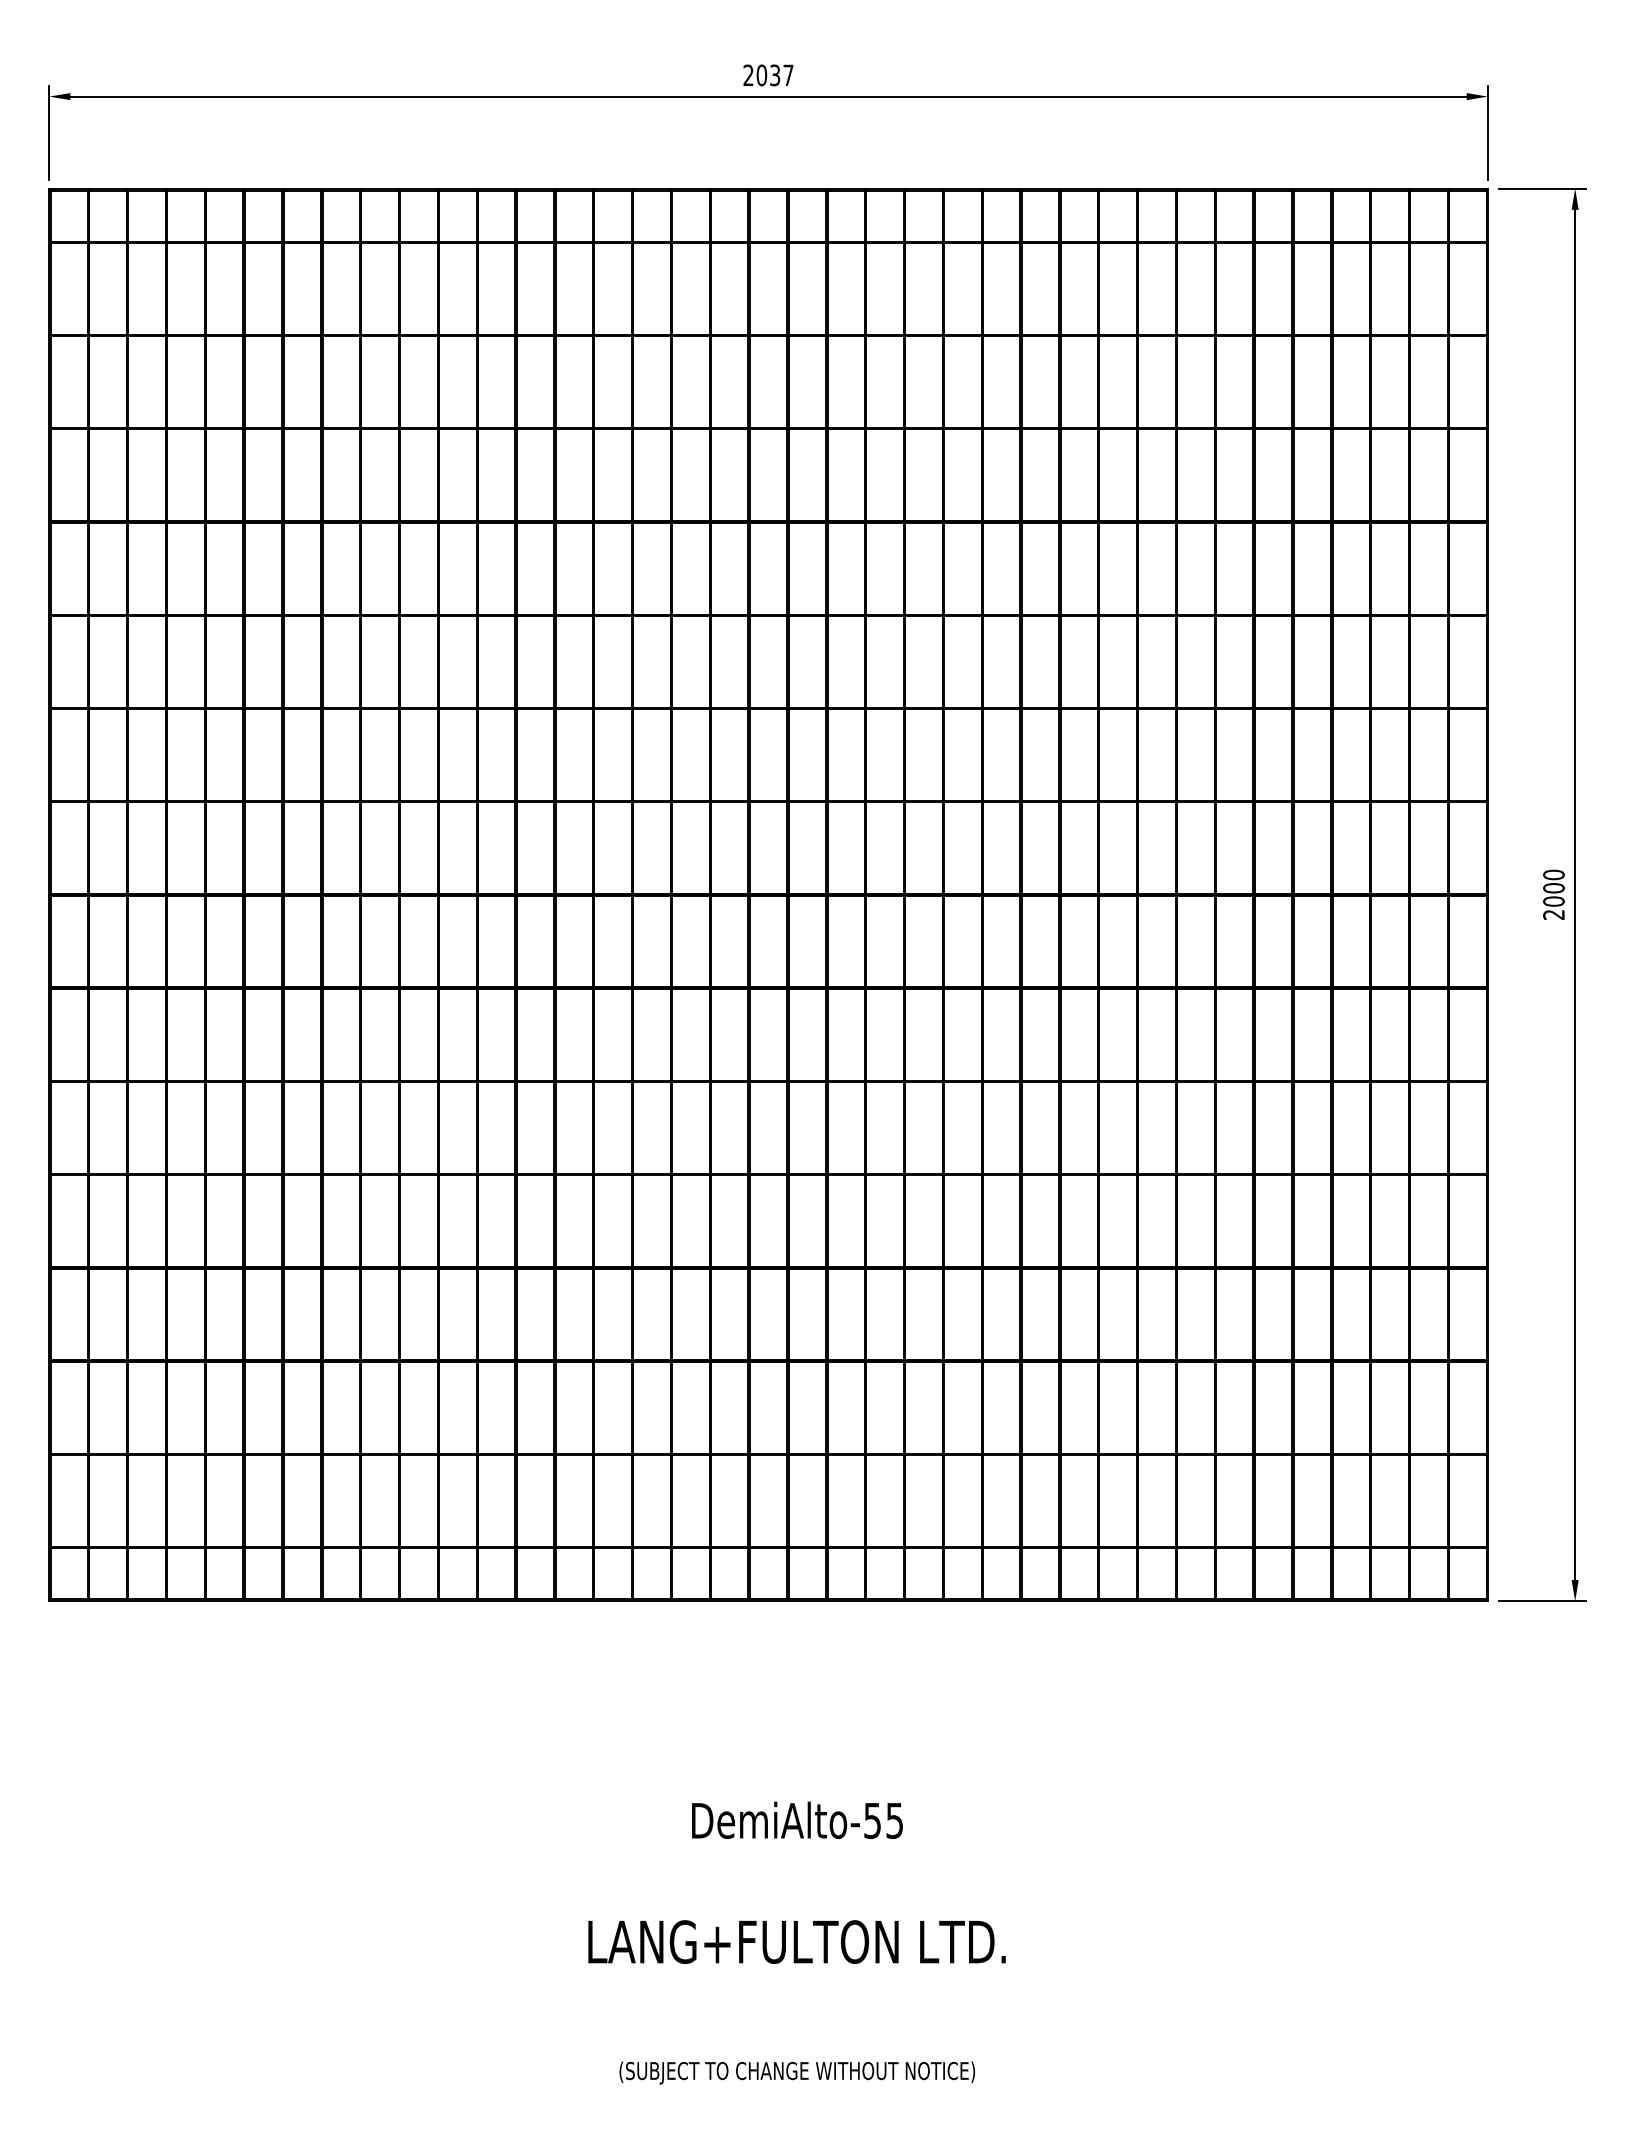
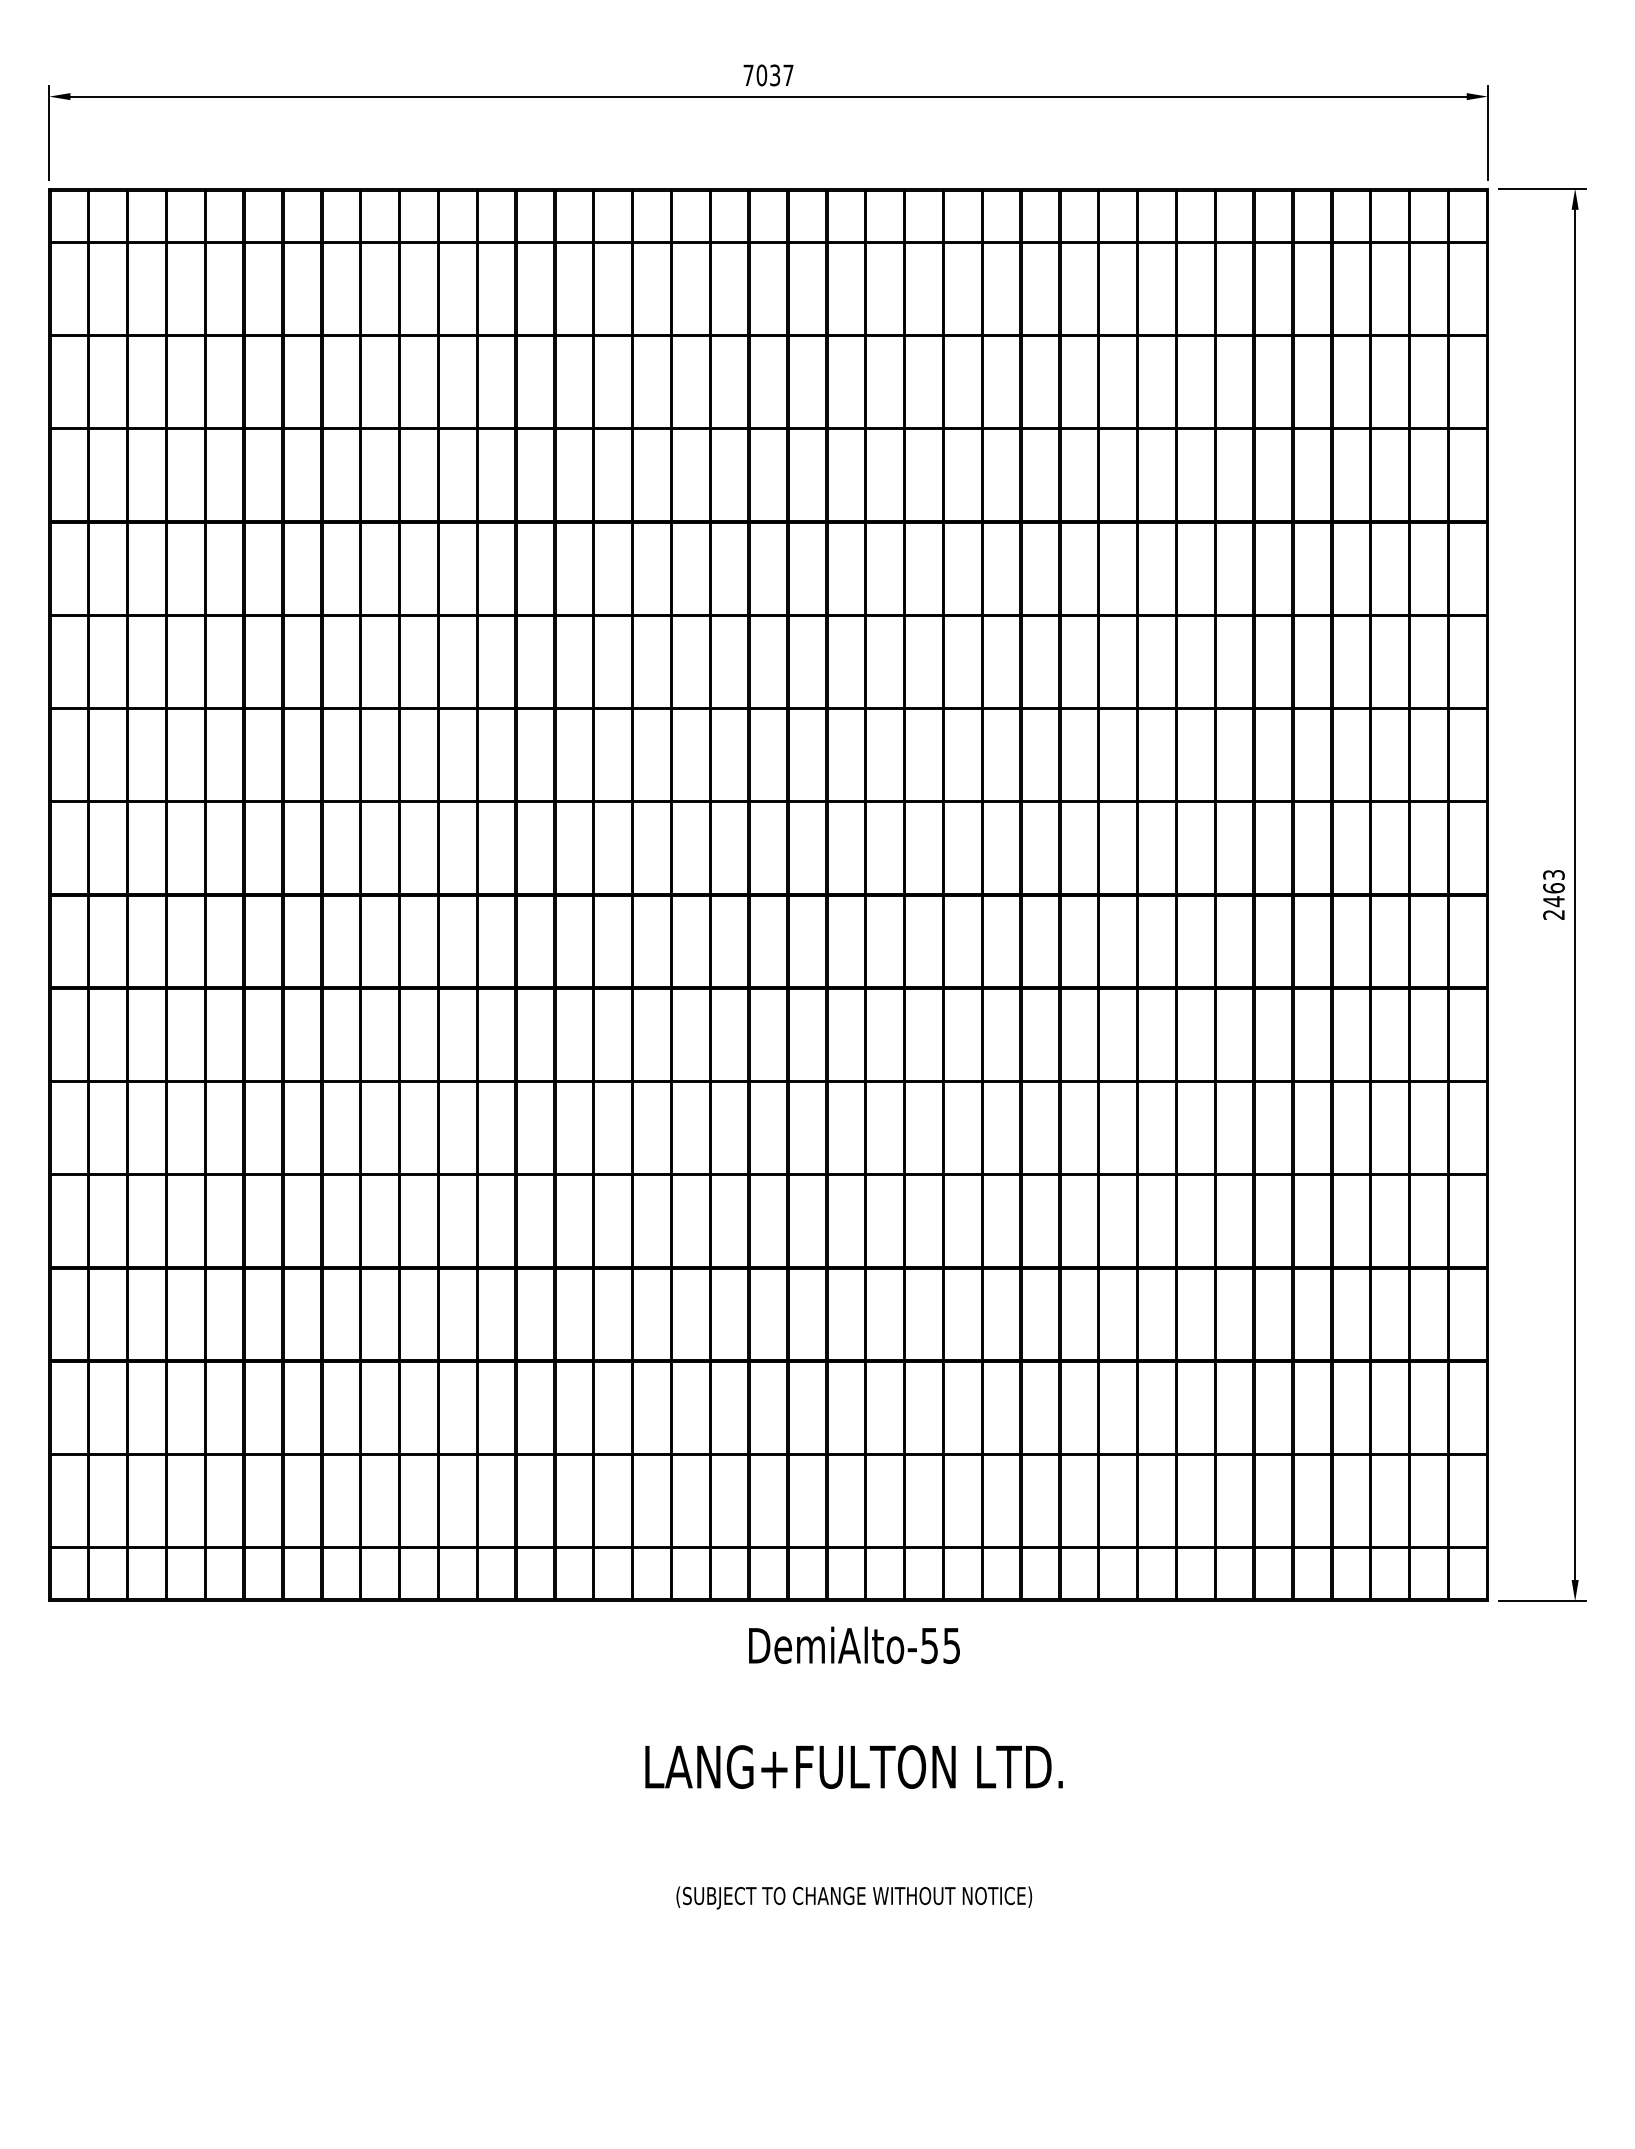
text at (748, 74): 2037 -> 7037
text at (1553, 888): 2000 -> 2463
text at (796, 1942) position: (796, 1942) -> (853, 1767)
